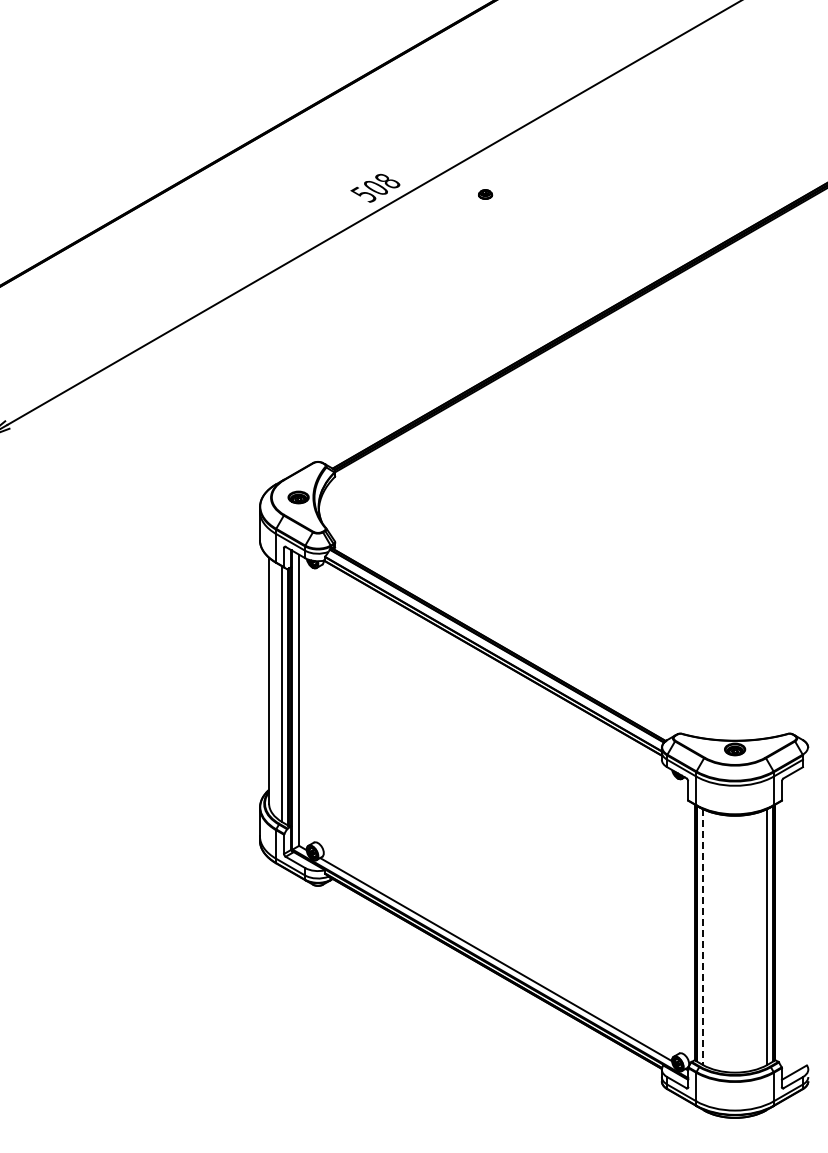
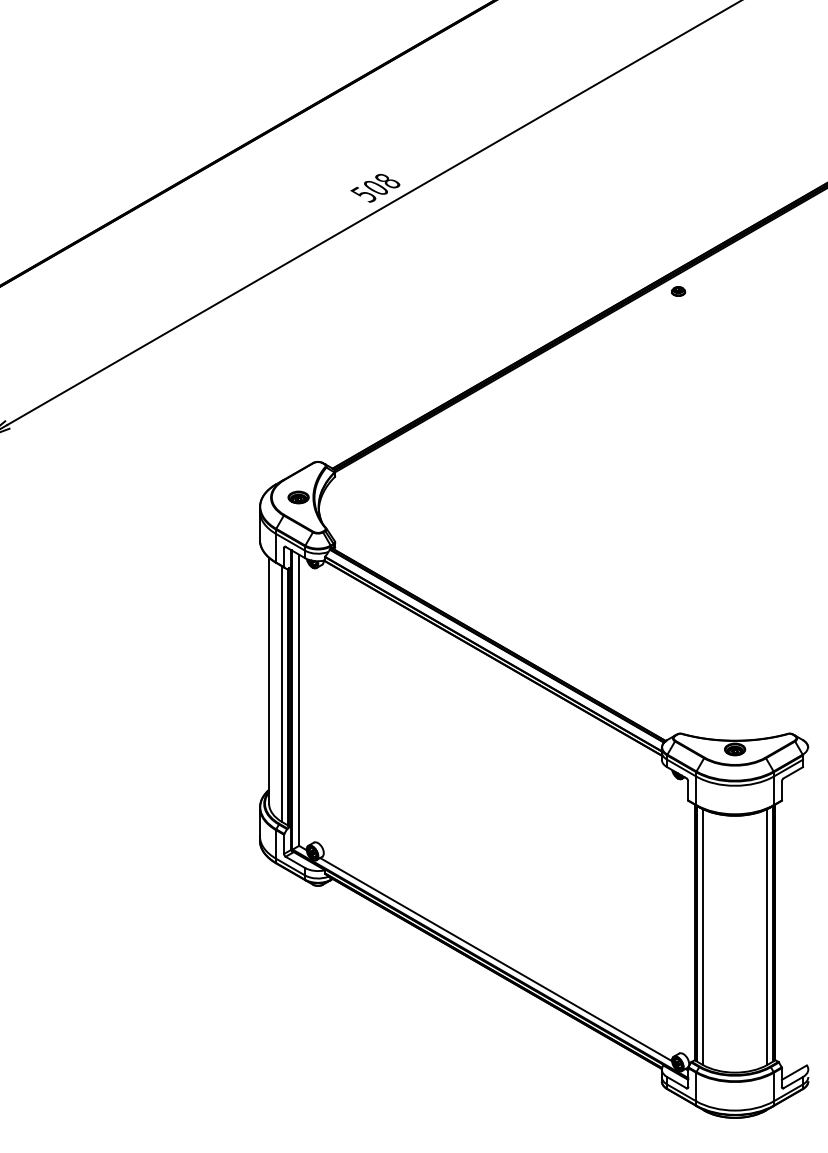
part at (485, 194) position: (485, 194) -> (678, 291)
line at (702, 936): dashed -> solid
